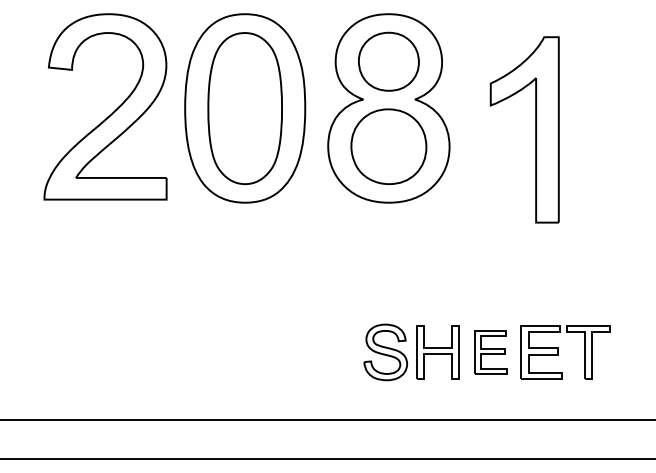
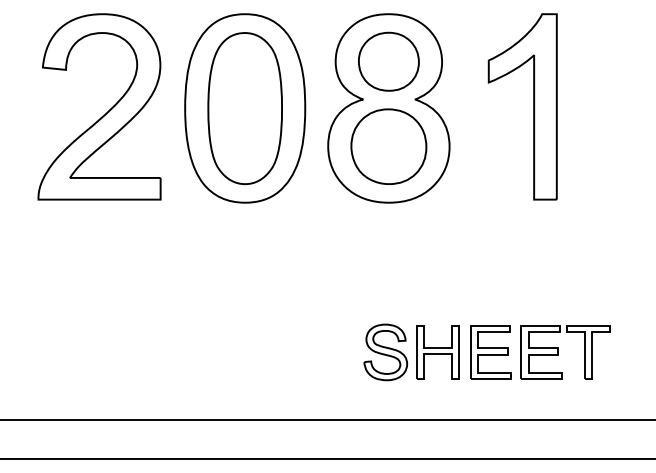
part at (112, 112) position: (112, 112) -> (106, 112)
part at (535, 129) position: (535, 129) -> (533, 106)
part at (490, 352) size: 34x45 px -> 42x55 px
